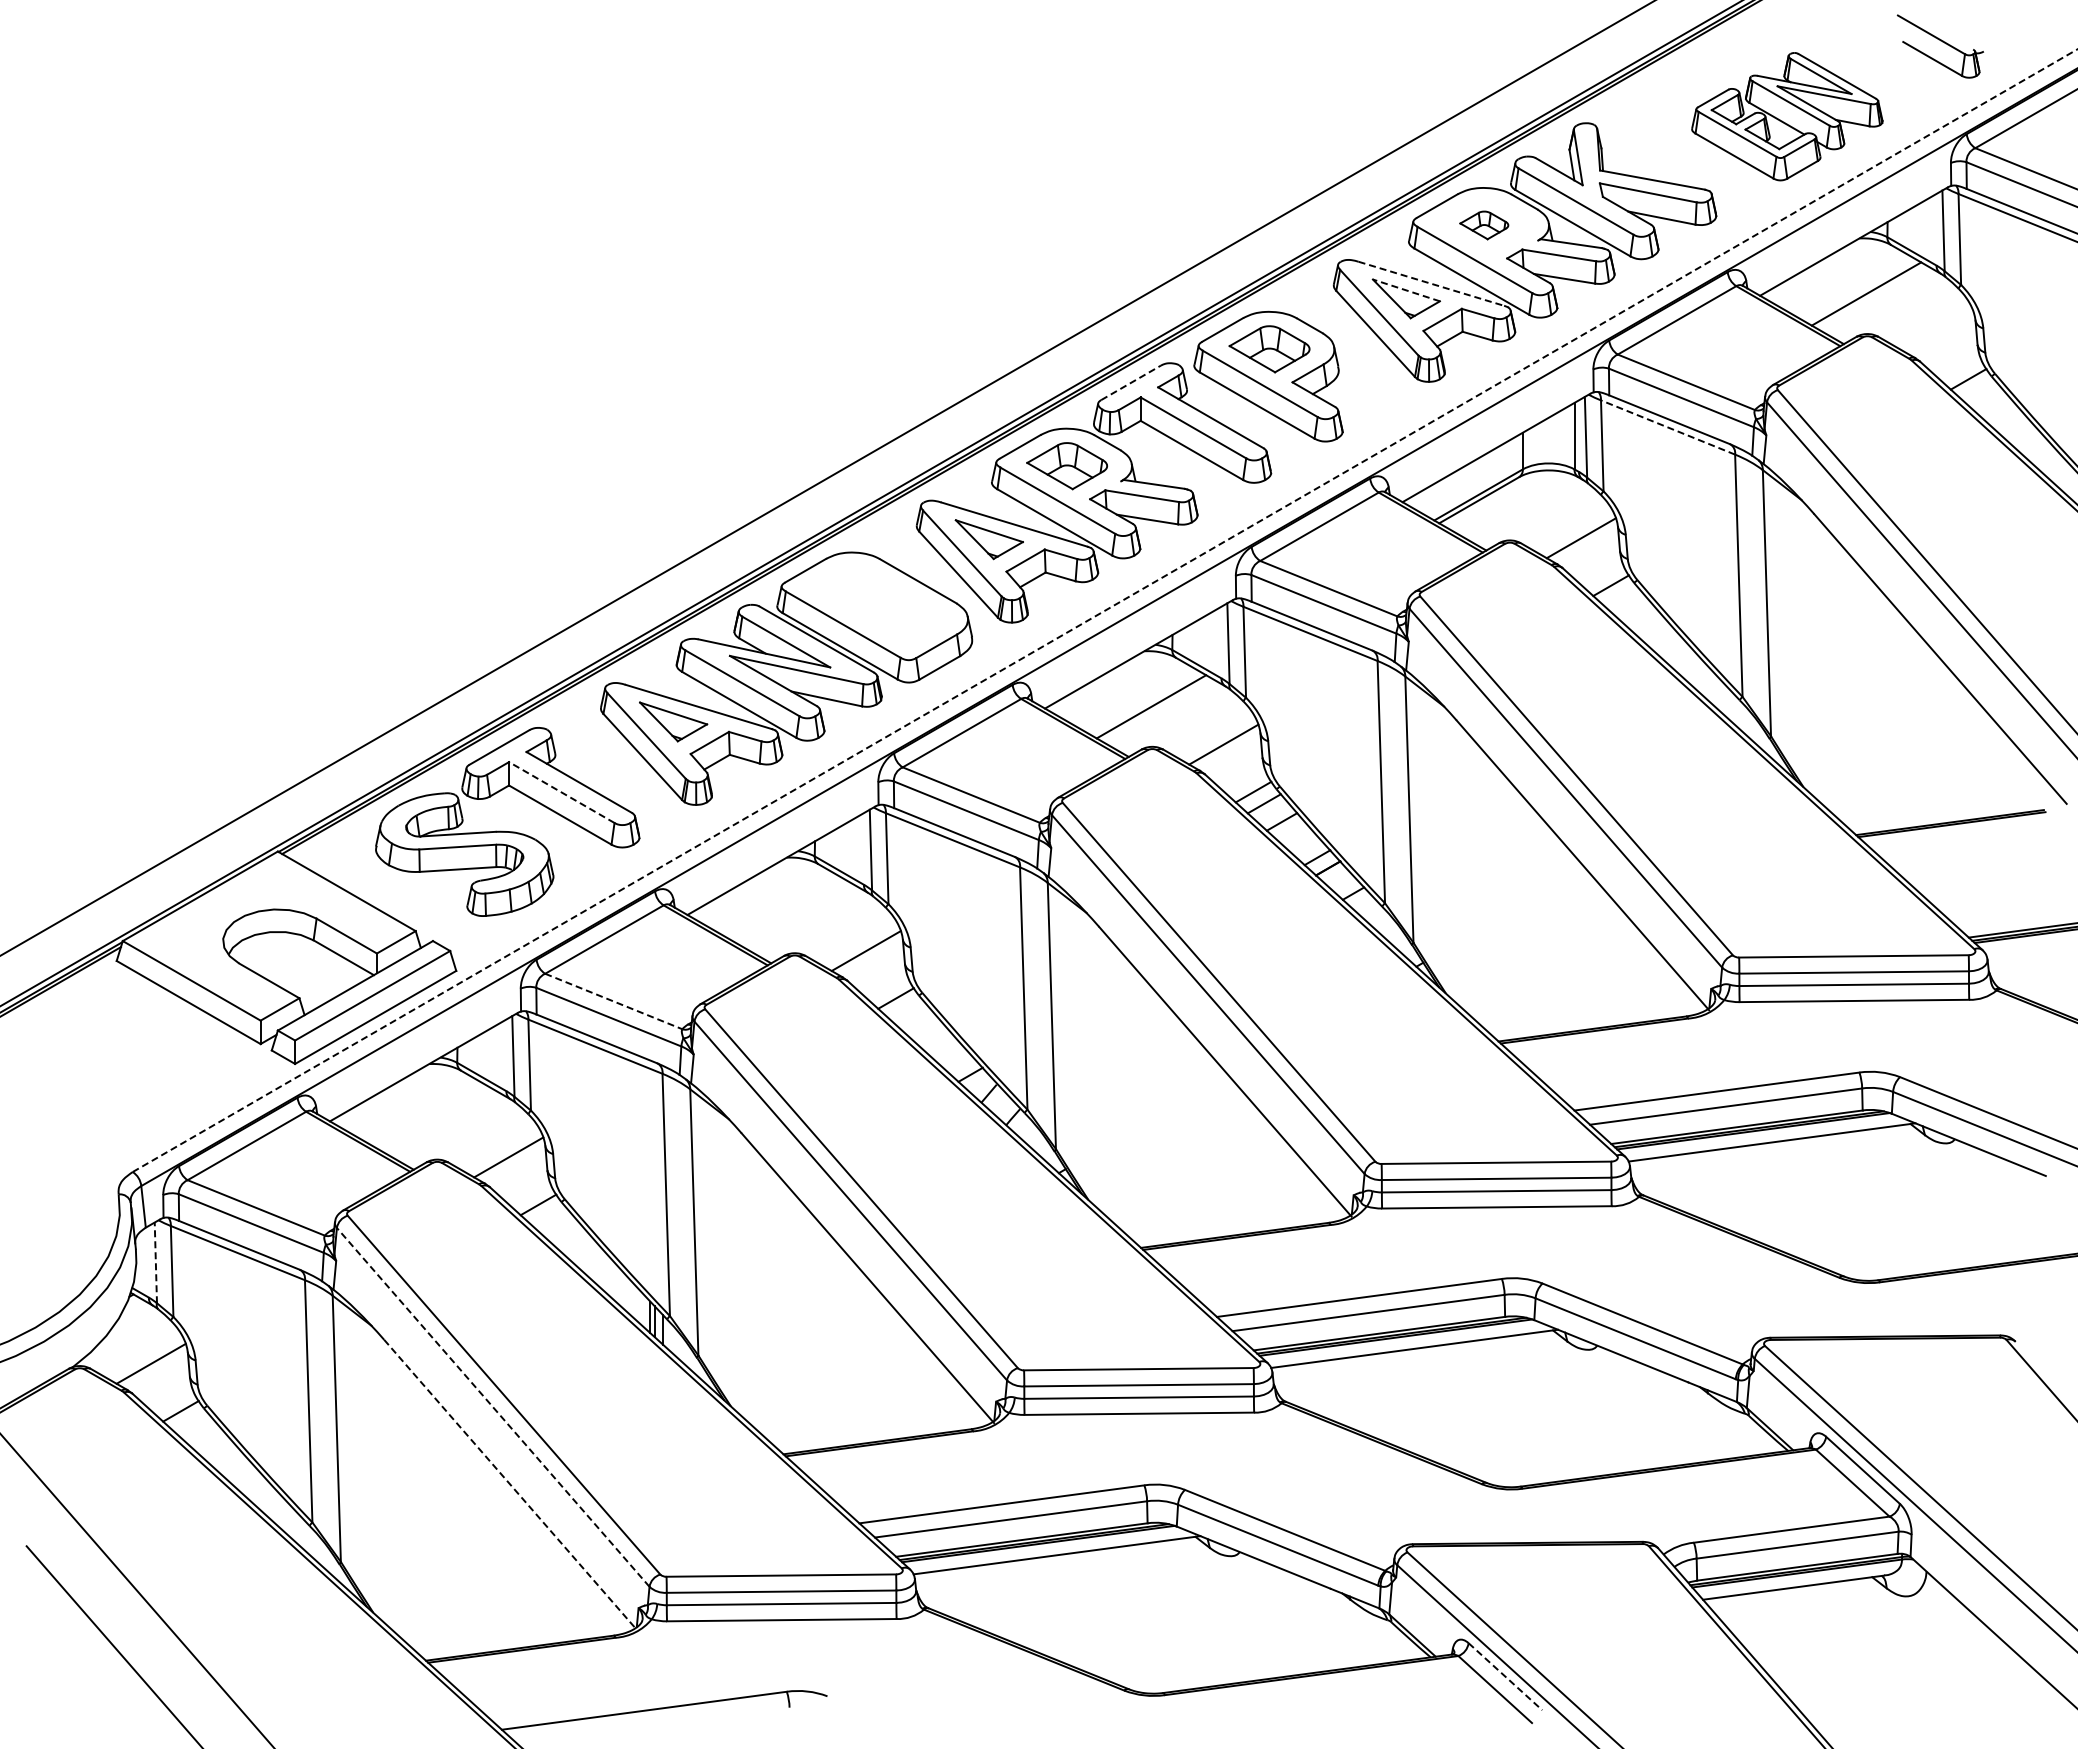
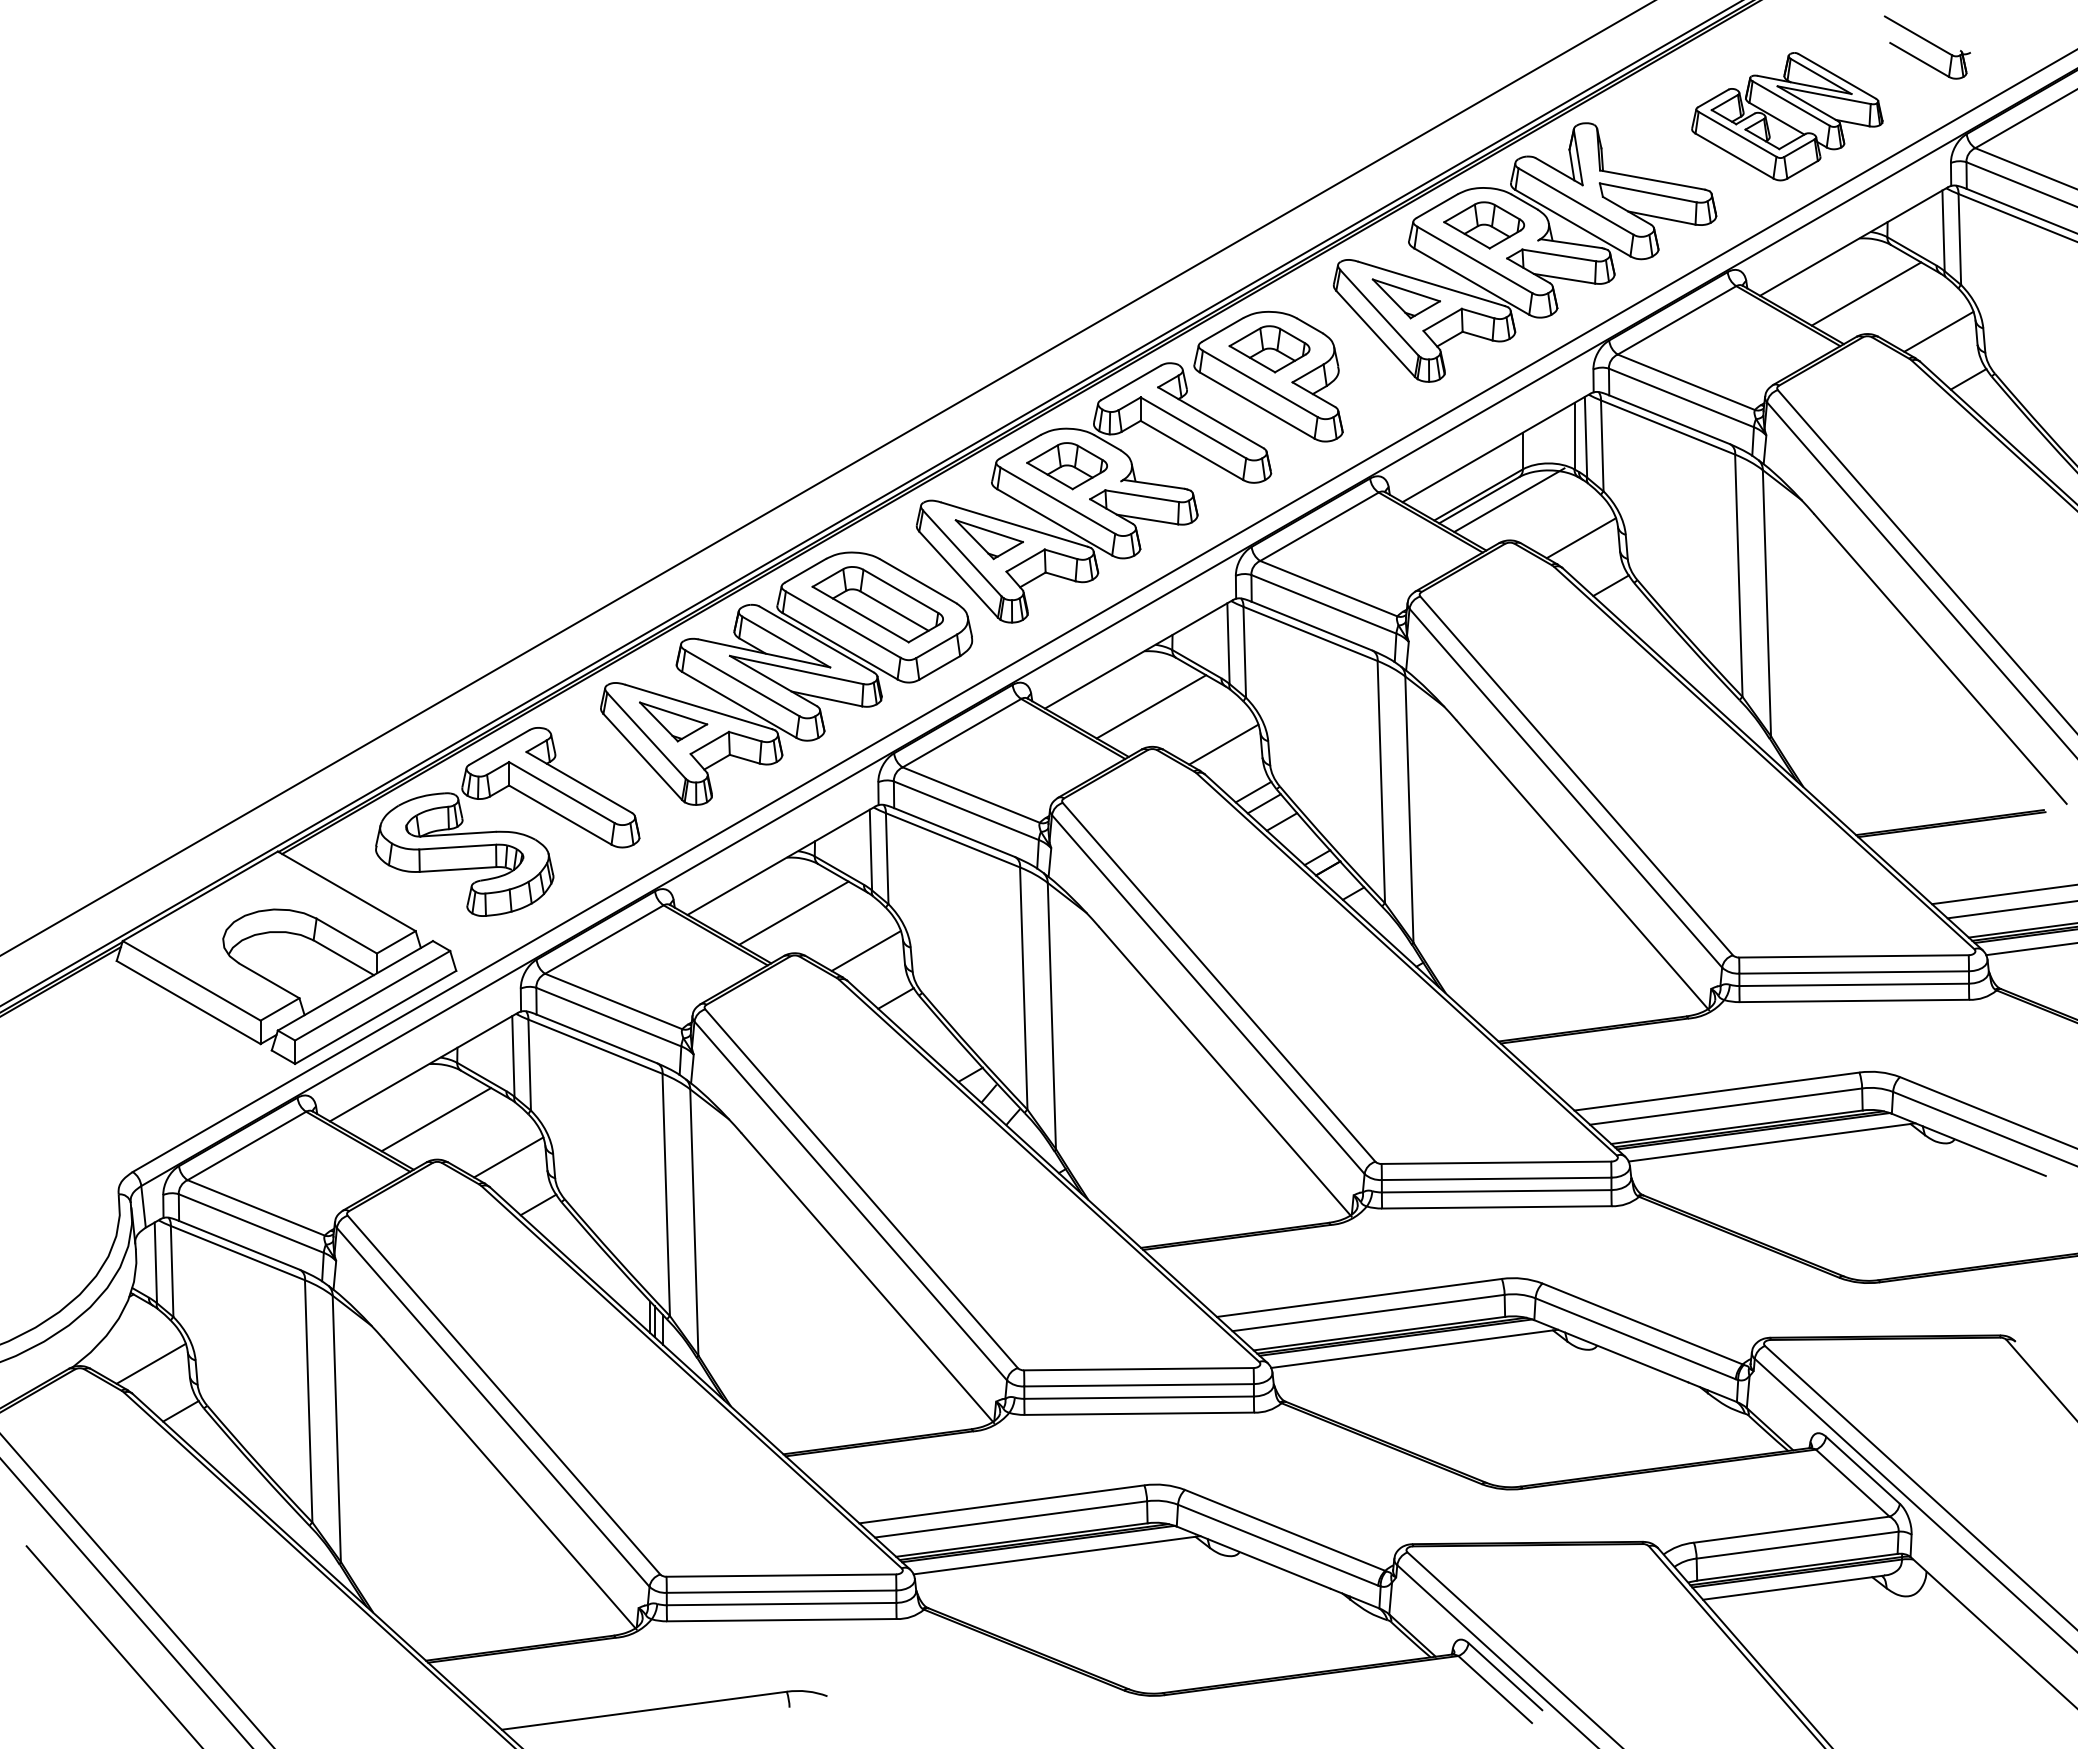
part at (1939, 46) position: (1939, 46) -> (1926, 47)
part at (1484, 225) size: 51x31 px -> 83x49 px
line at (1432, 284): dashed -> solid
line at (1405, 290): dashed -> solid
line at (1938, 331): none -> present
line at (1131, 382): dashed -> solid
line at (1667, 427): dashed -> solid
line at (1509, 500): none -> present
part at (877, 604): none -> present
line at (1105, 610): dashed -> solid
line at (561, 792): dashed -> solid
line at (2003, 894): none -> present
line at (2010, 909): none -> present
line at (793, 912): none -> present
line at (2030, 949): none -> present
line at (613, 1001): dashed -> solid
line at (436, 1119): none -> present
line at (155, 1262): dashed -> solid
line at (493, 1407): dashed -> solid
line at (510, 1485): dashed -> solid
line at (126, 1602): none -> present
line at (1505, 1676): dashed -> solid
